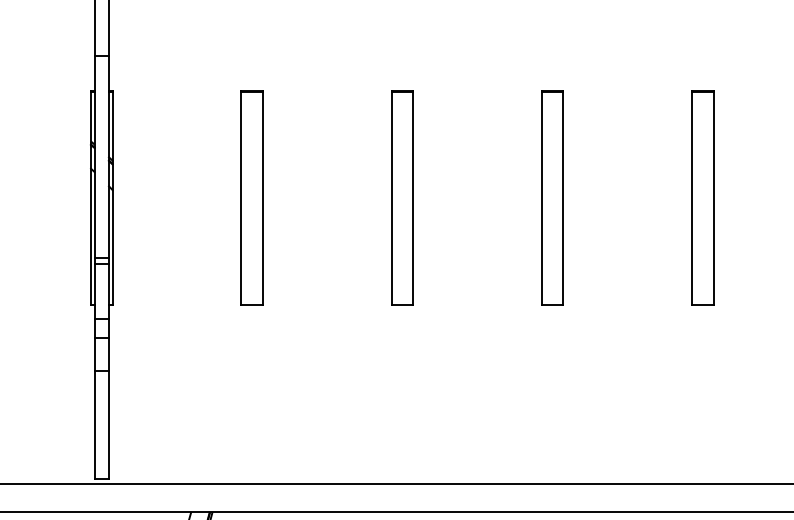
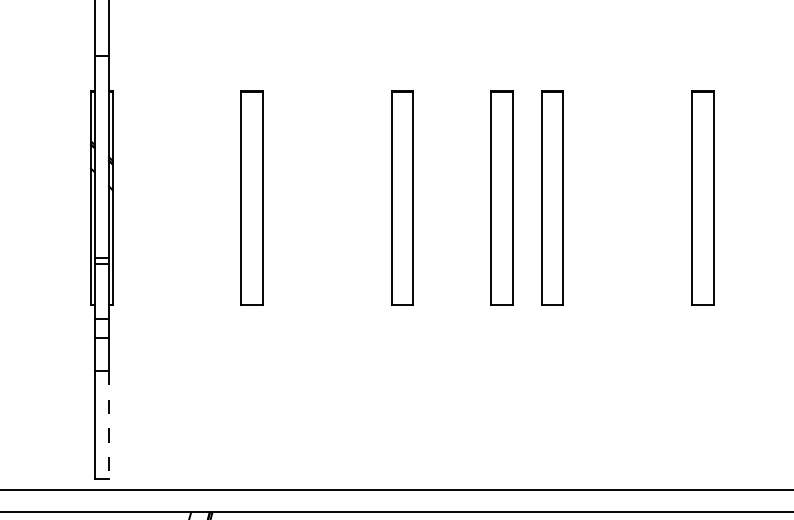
part at (501, 197): none -> present
line at (109, 424): solid -> dashed
line at (396, 484) position: (396, 484) -> (396, 490)
